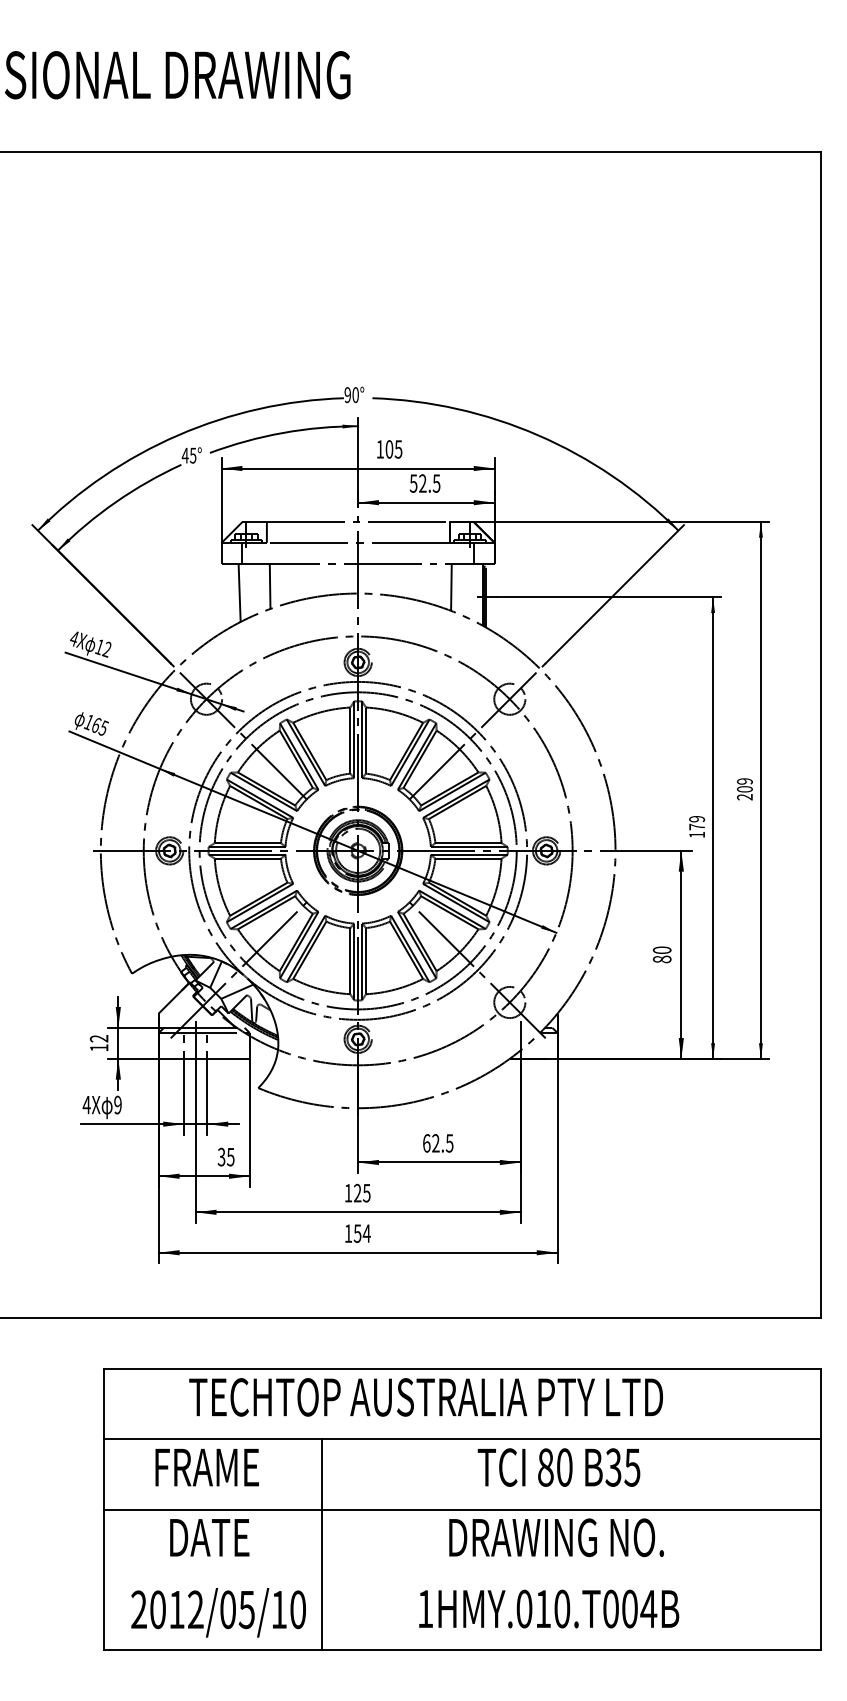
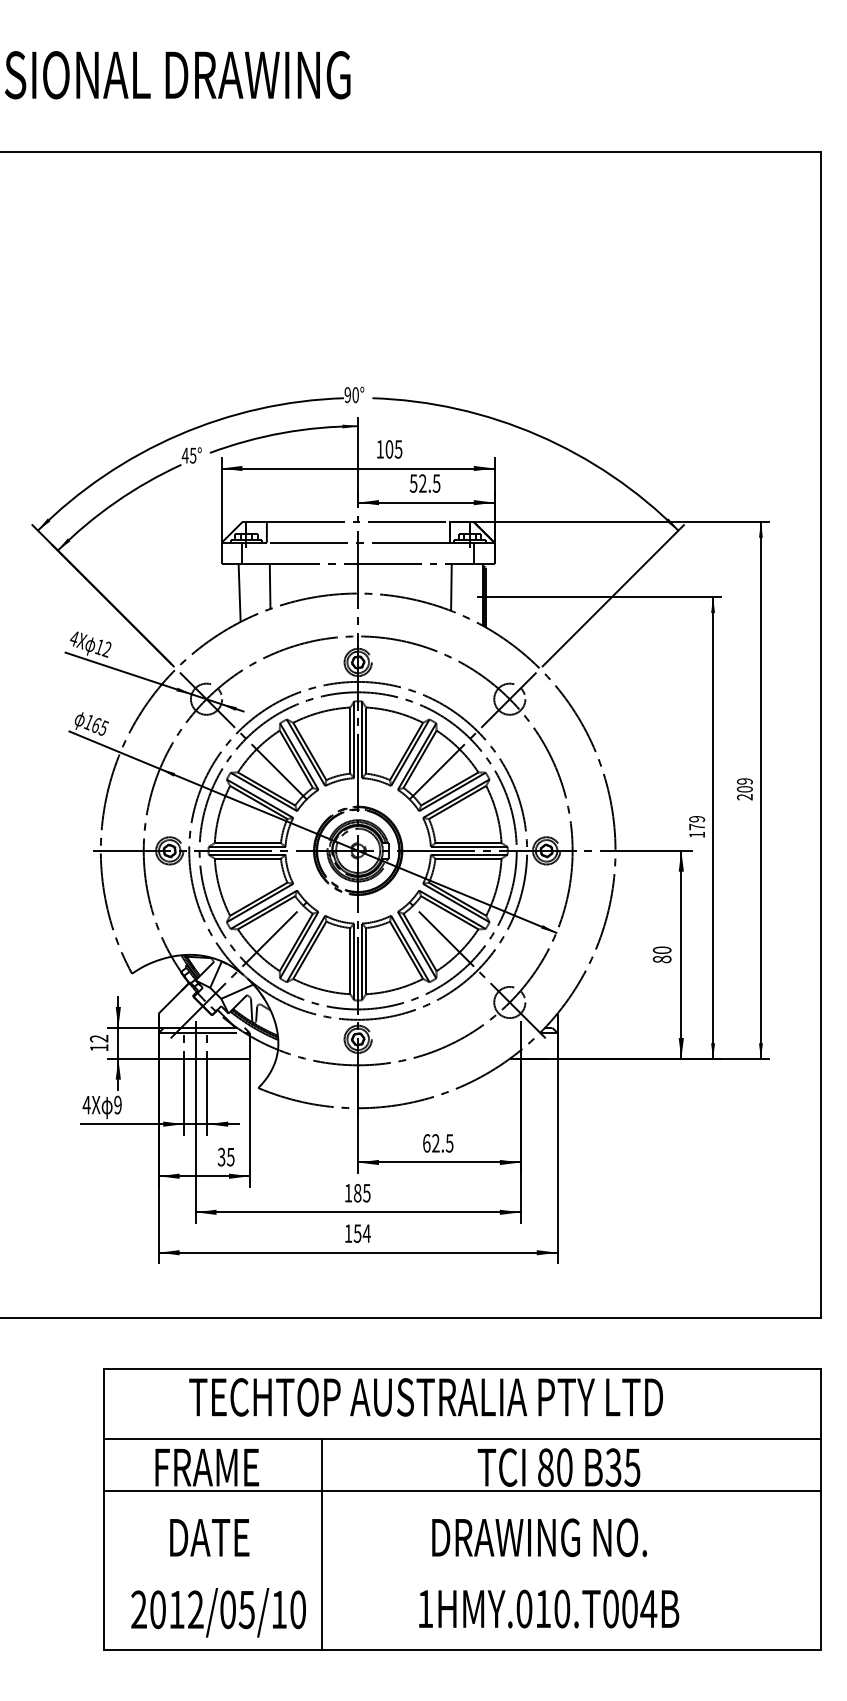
text at (357, 1193): 125 -> 185
line at (462, 1509) position: (462, 1509) -> (462, 1490)
text at (556, 1537) position: (556, 1537) -> (539, 1537)
